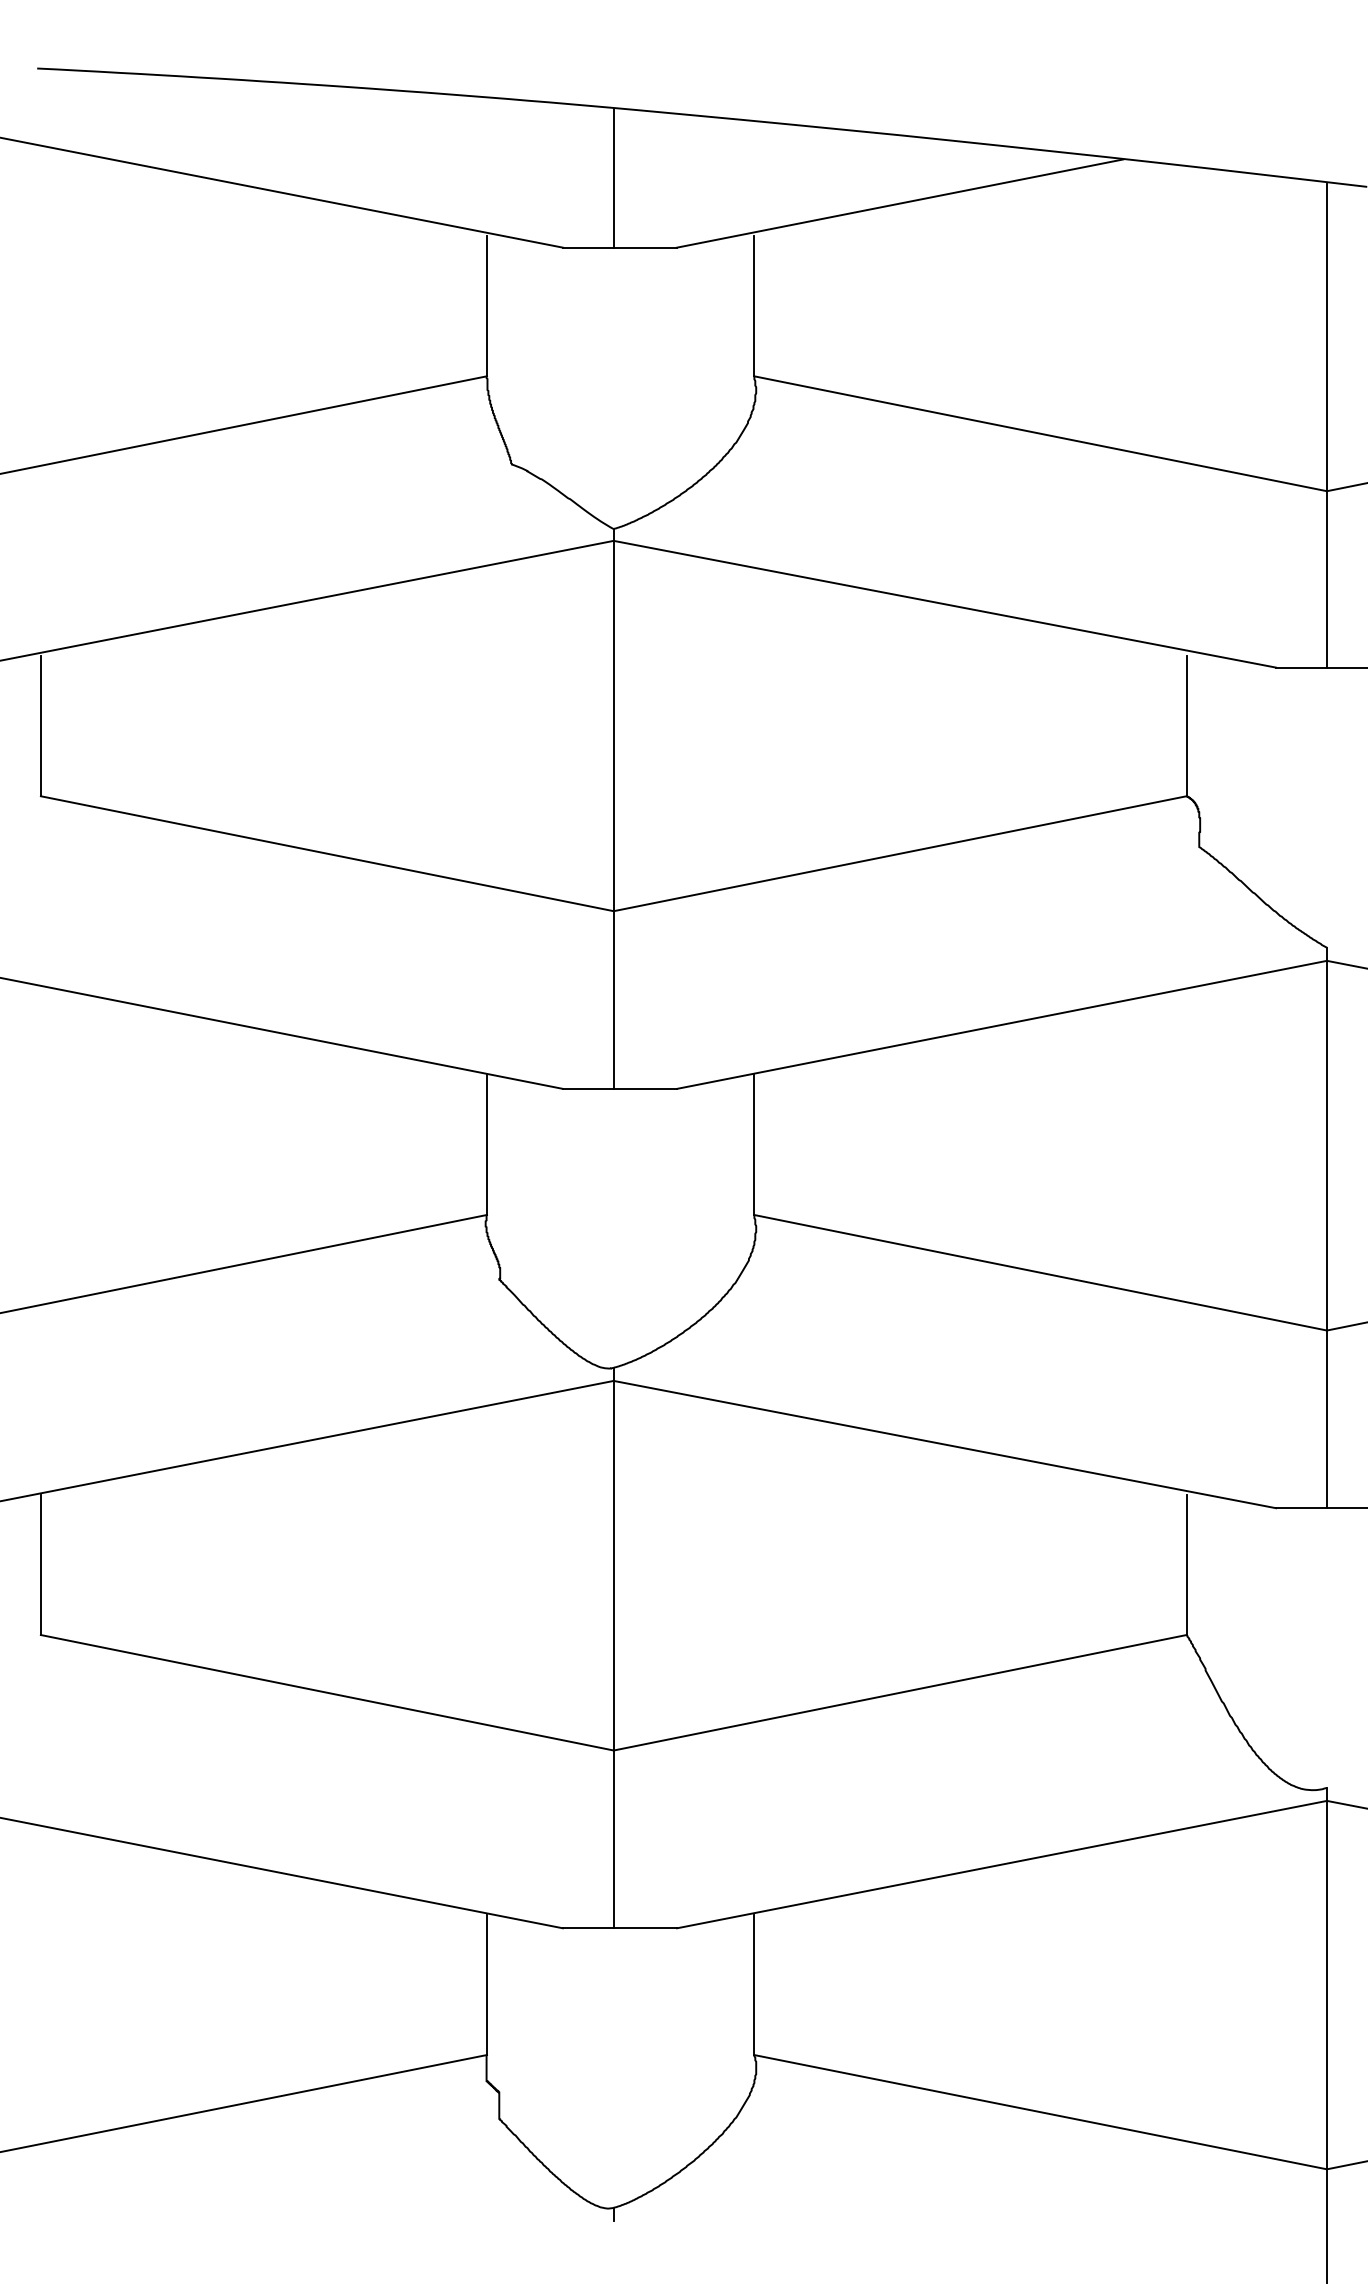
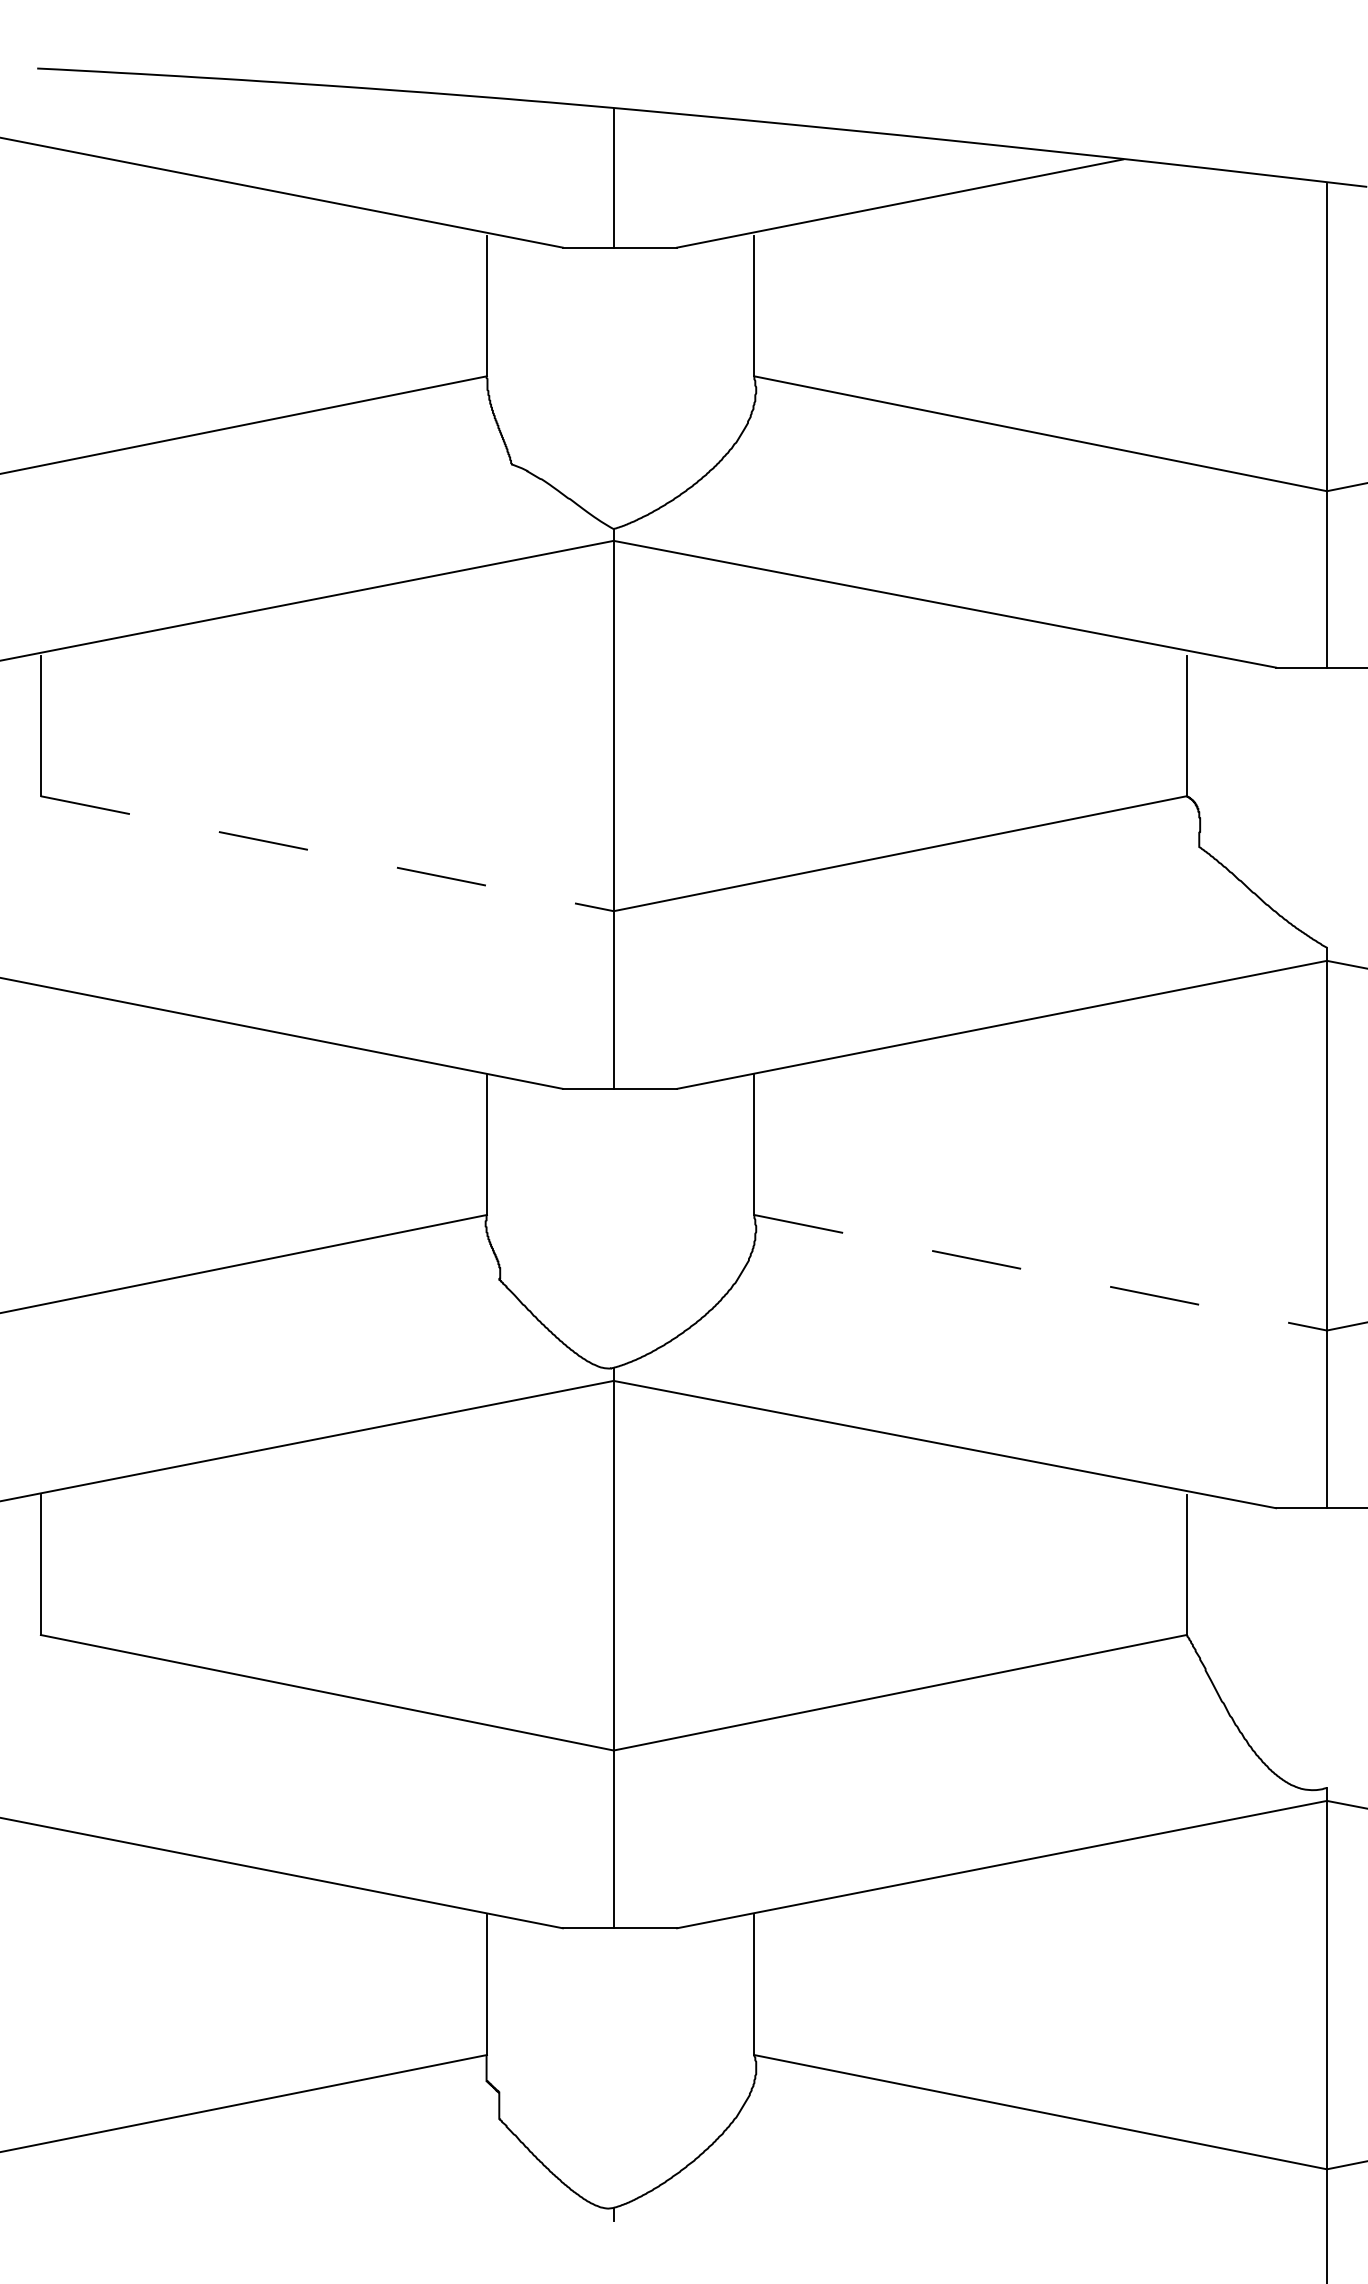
line at (327, 853): solid -> dashed
line at (1041, 1272): solid -> dashed
